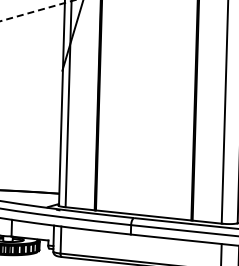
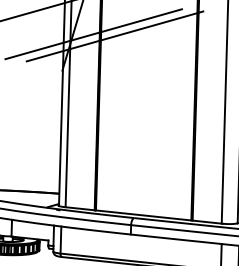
line at (37, 10): dashed -> solid
line at (93, 34): none -> present
line at (114, 36): none -> present
